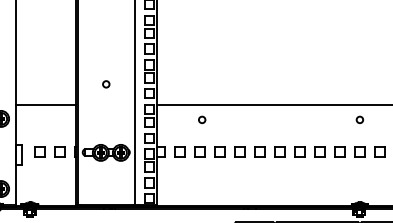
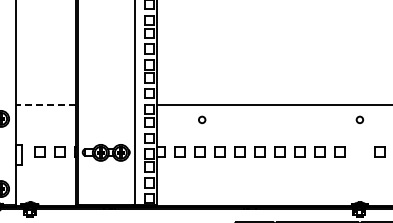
circle at (106, 84): present -> none
line at (45, 104): solid -> dashed
part at (359, 151): present -> none
